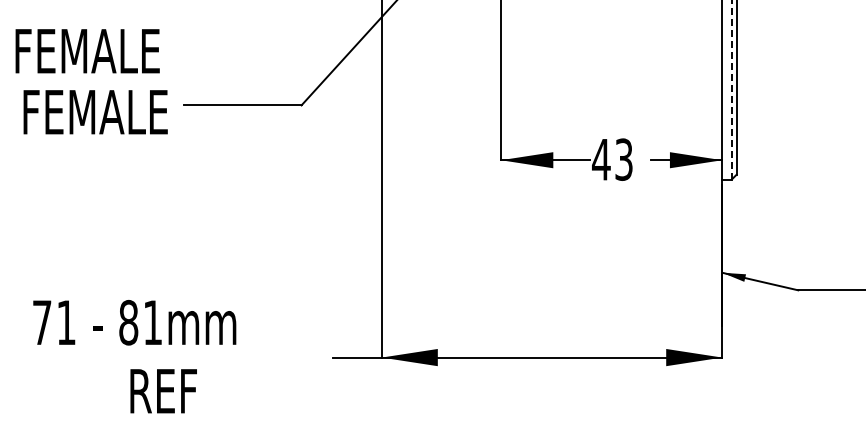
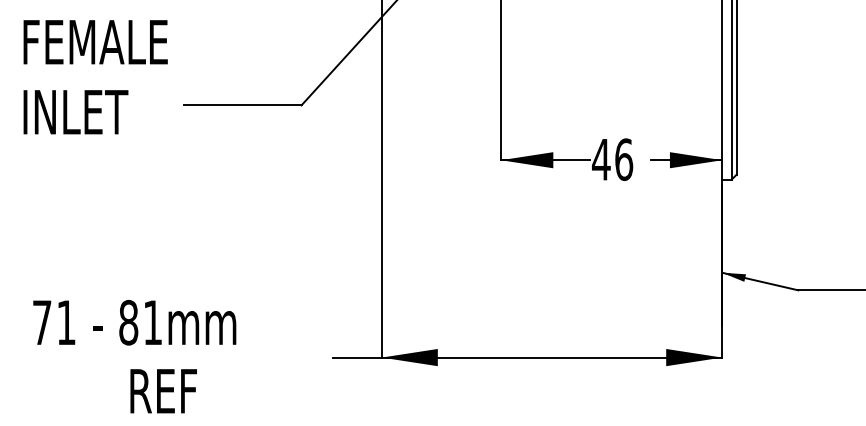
text at (87, 51) position: (87, 51) -> (95, 42)
line at (731, 89): dashed -> solid
text at (97, 112): FEMALE -> INLET
text at (624, 159): 43 -> 46
